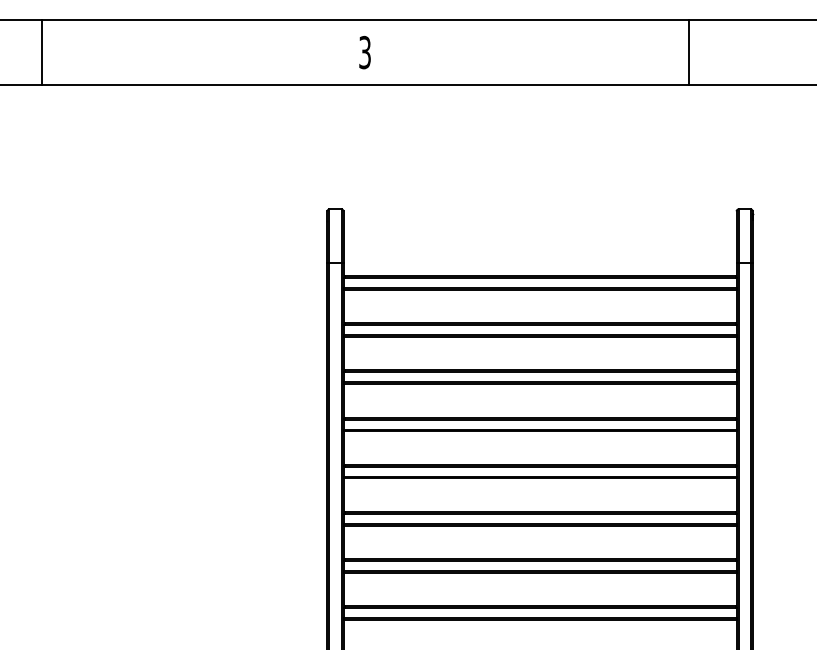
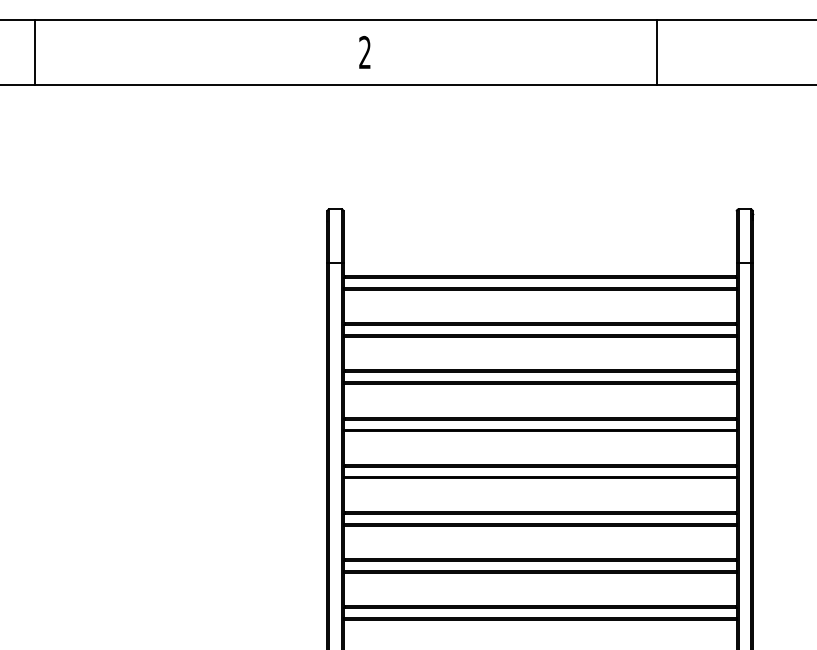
line at (42, 52) position: (42, 52) -> (35, 52)
text at (364, 52): 3 -> 2
line at (688, 52) position: (688, 52) -> (656, 52)
